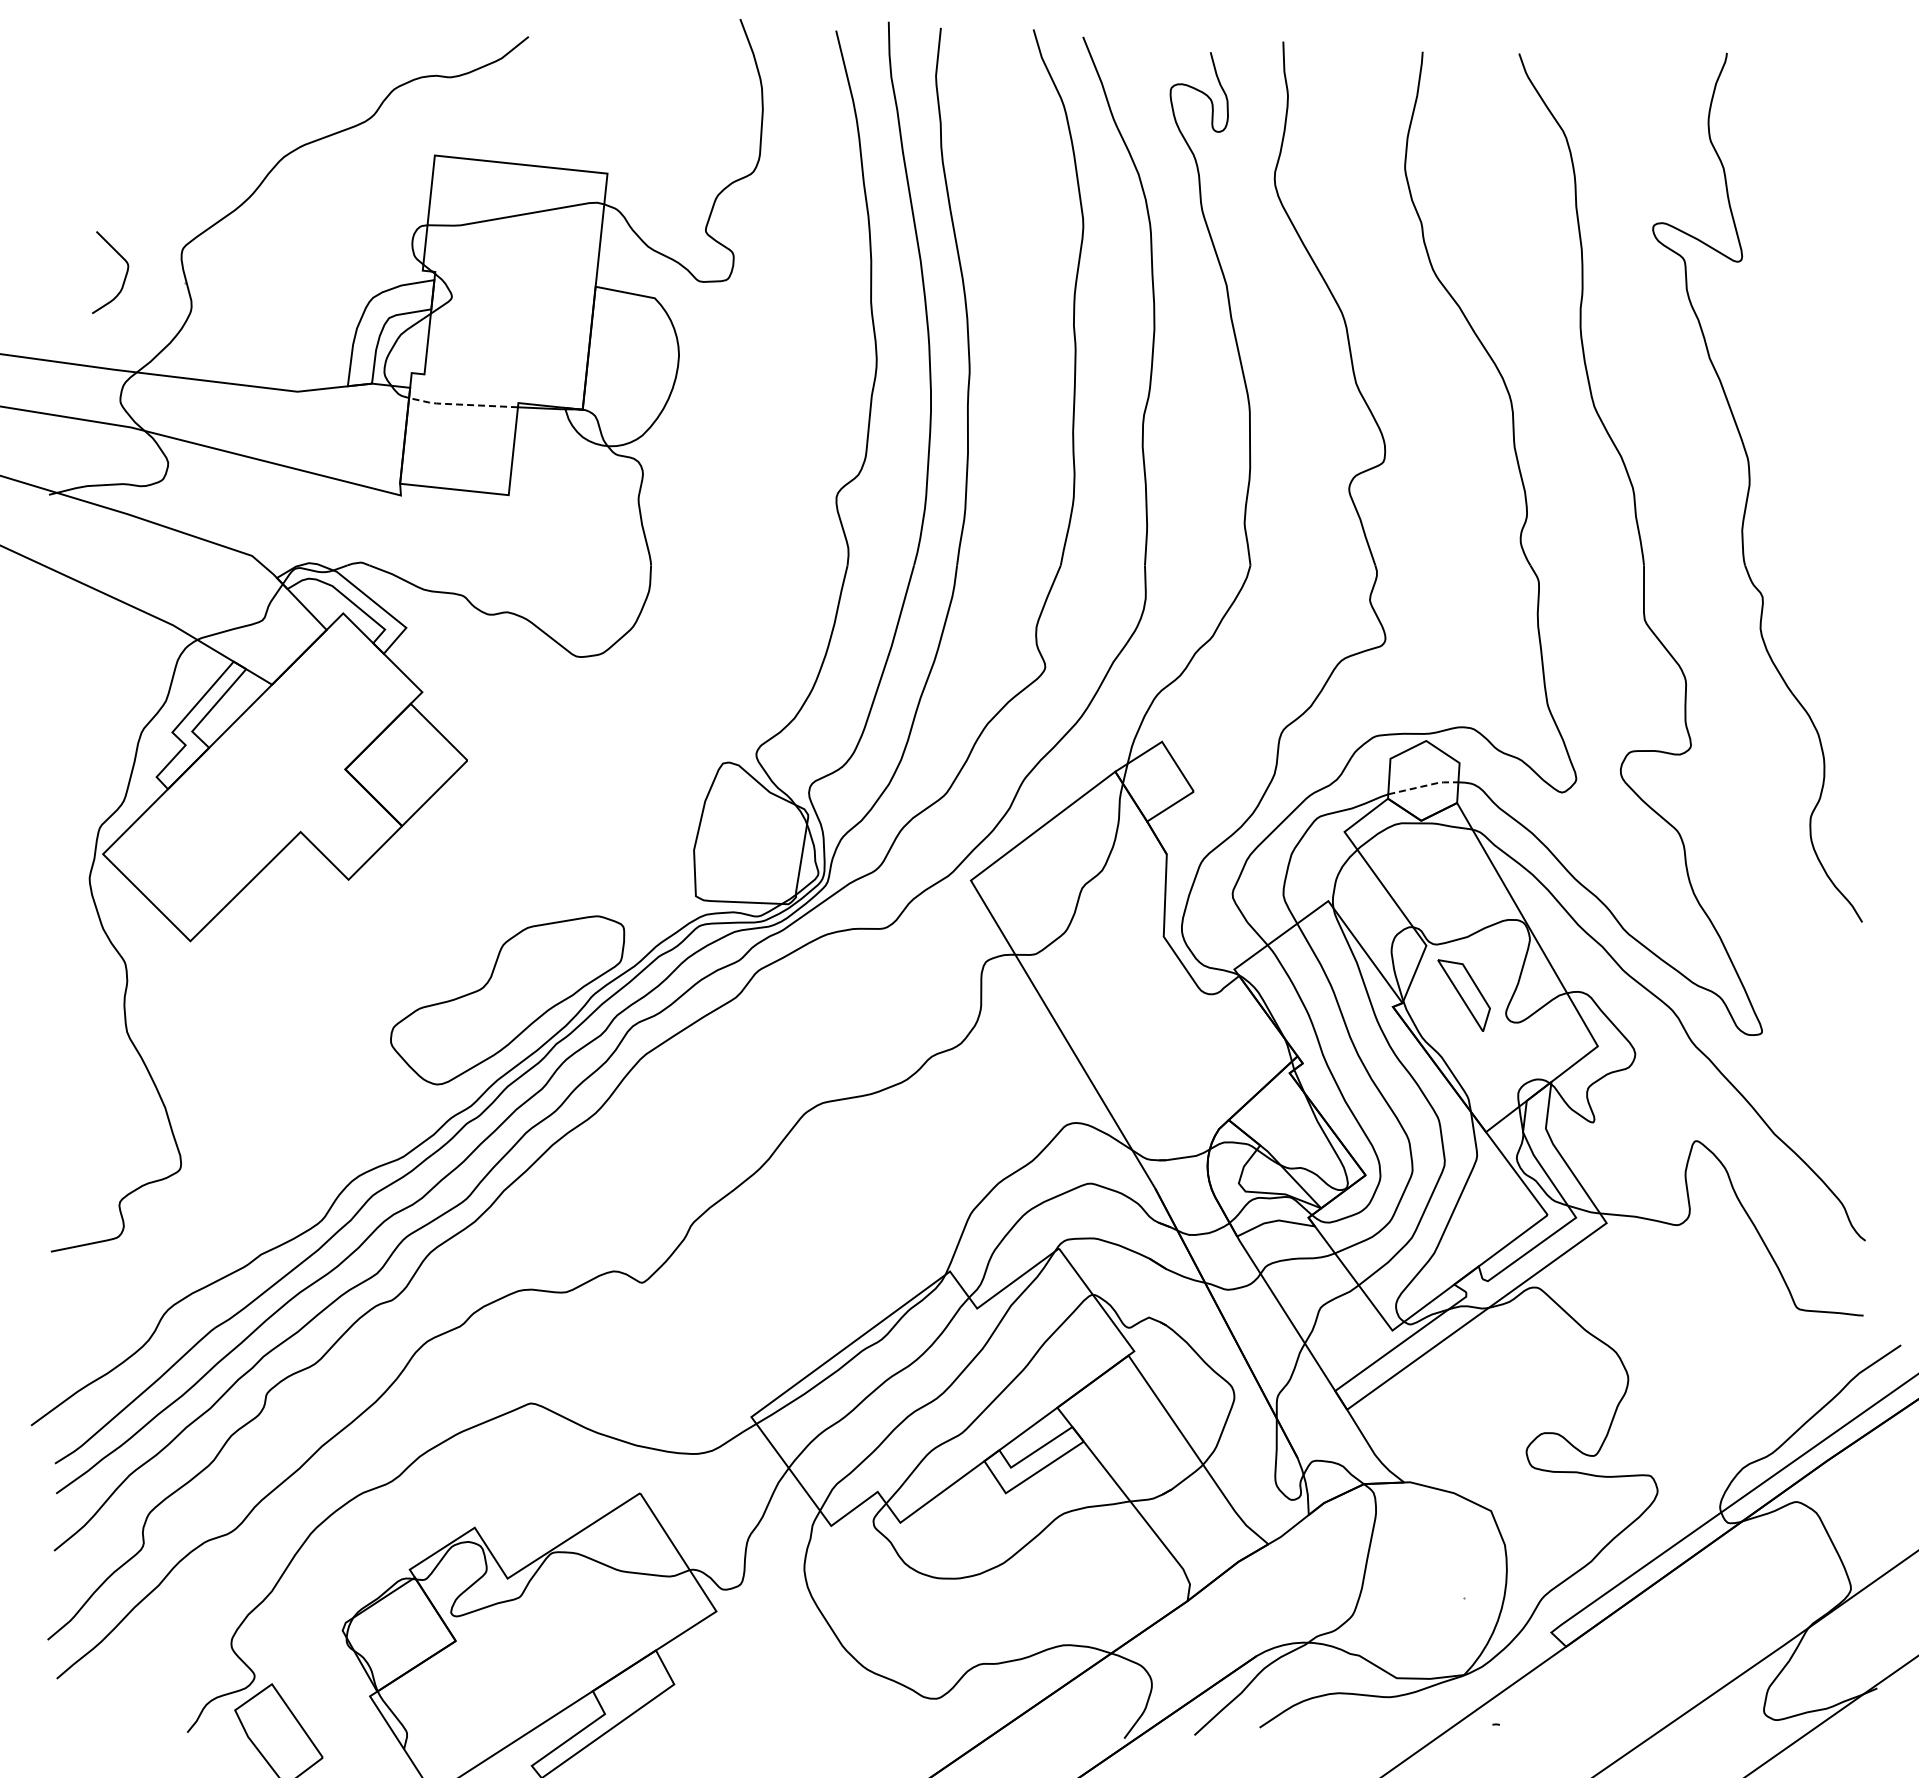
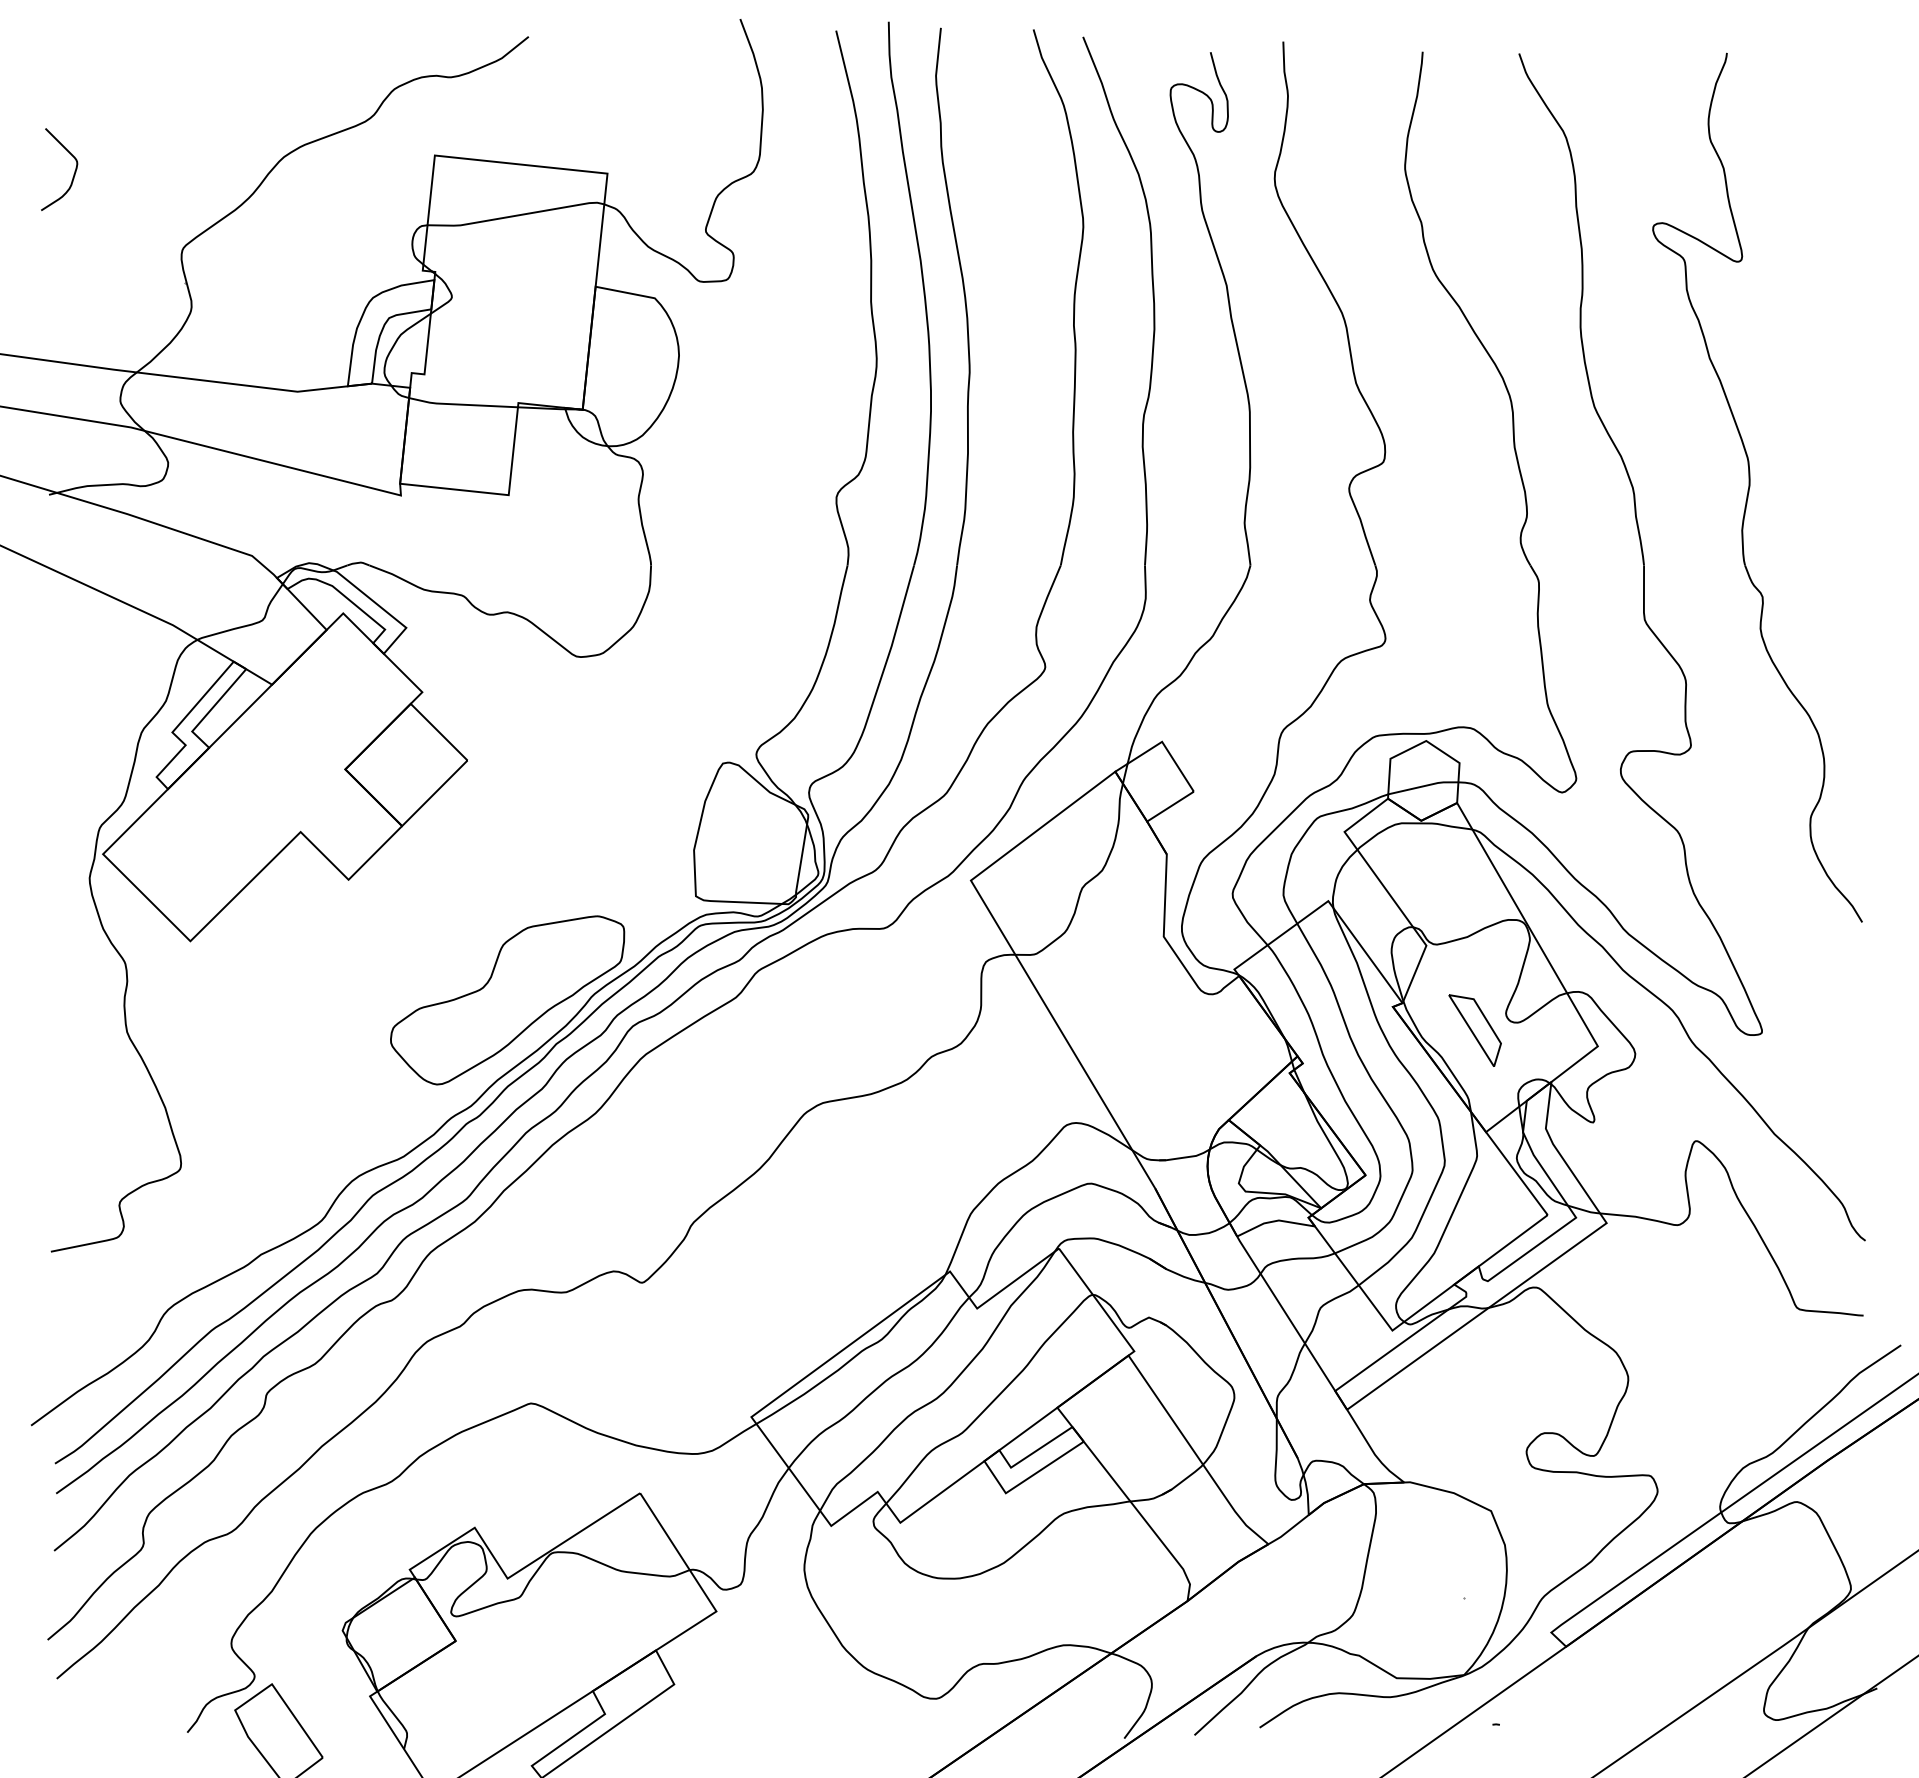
curve at (124, 277) position: (124, 277) -> (73, 174)
line at (461, 404): dashed -> solid
line at (1424, 786): dashed -> solid
part at (1463, 995) position: (1463, 995) -> (1474, 1030)
